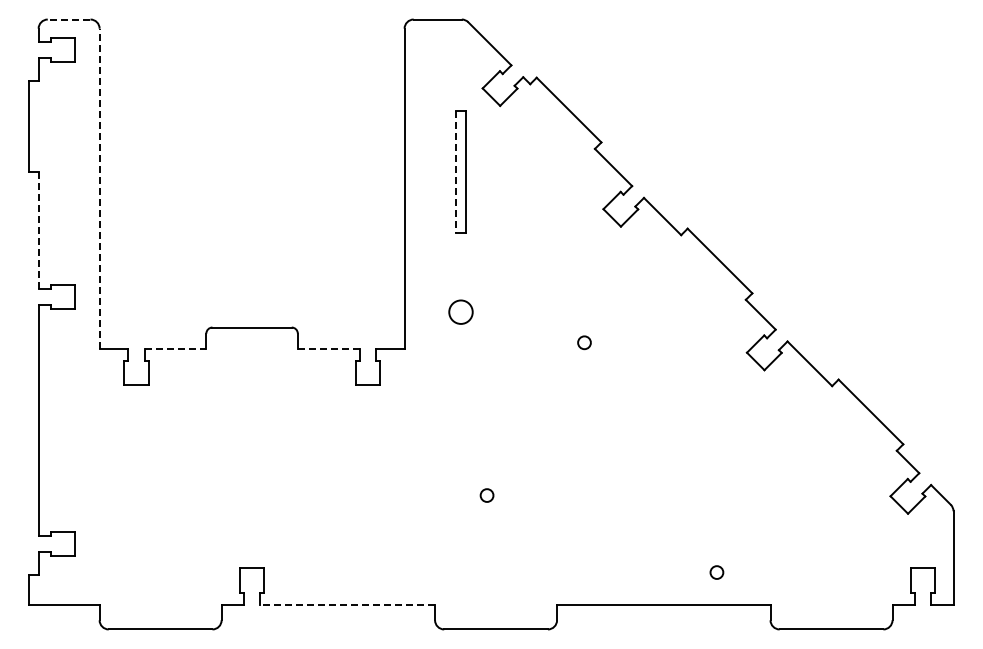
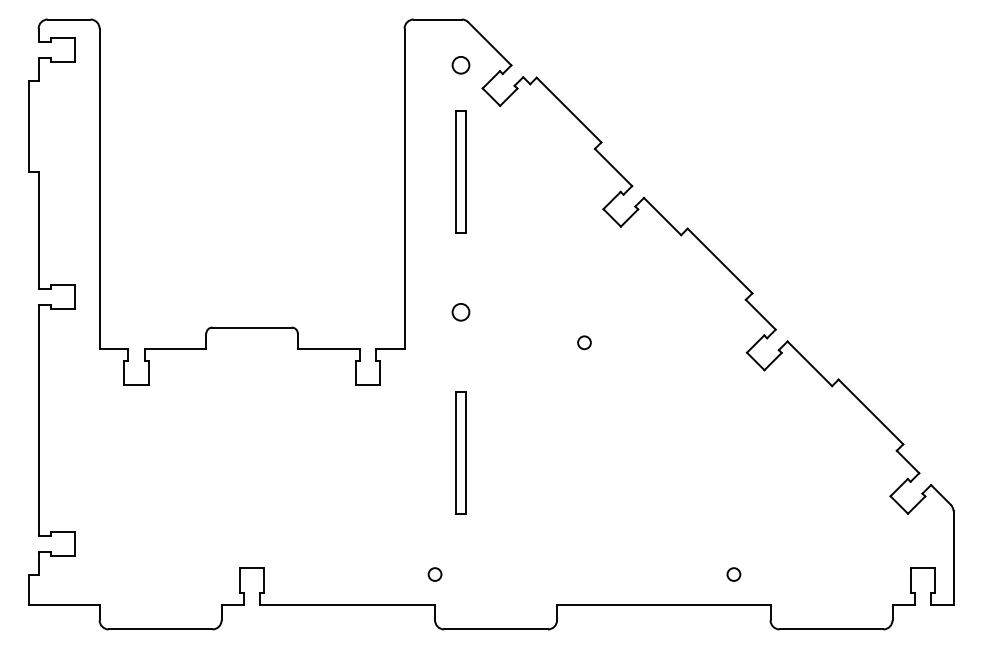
line at (68, 19): dashed -> solid
circle at (460, 65): none -> present
line at (456, 172): dashed -> solid
line at (99, 188): dashed -> solid
line at (38, 230): dashed -> solid
circle at (460, 311) size: 26x26 px -> 20x19 px
line at (175, 348): dashed -> solid
line at (328, 348): dashed -> solid
part at (460, 452): none -> present
circle at (486, 495) position: (486, 495) -> (434, 574)
circle at (716, 572) position: (716, 572) -> (733, 574)
line at (347, 605): dashed -> solid
